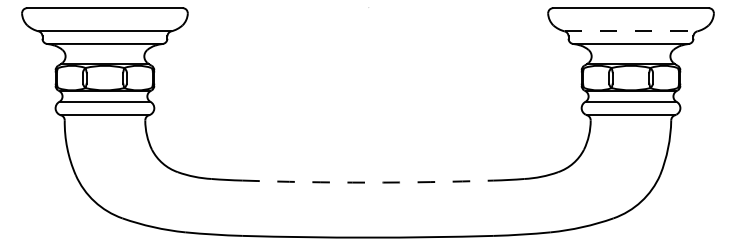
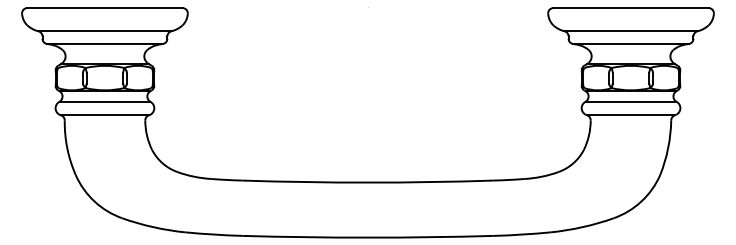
line at (631, 31): dashed -> solid
arc at (368, 182): dashed -> solid
